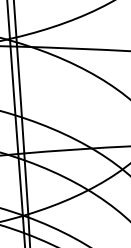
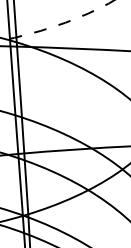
circle at (57, 20): solid -> dashed
